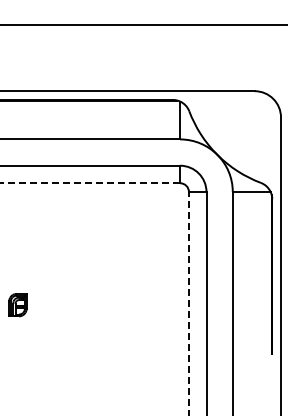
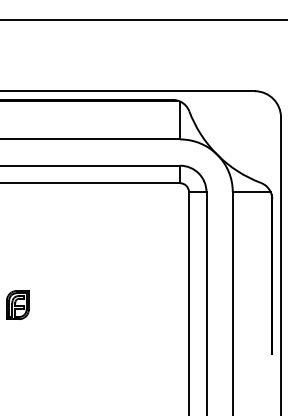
line at (143, 24) position: (143, 24) -> (143, 19)
line at (90, 183): dashed -> solid
line at (188, 303): dashed -> solid
part at (17, 305) size: 20x25 px -> 24x30 px
